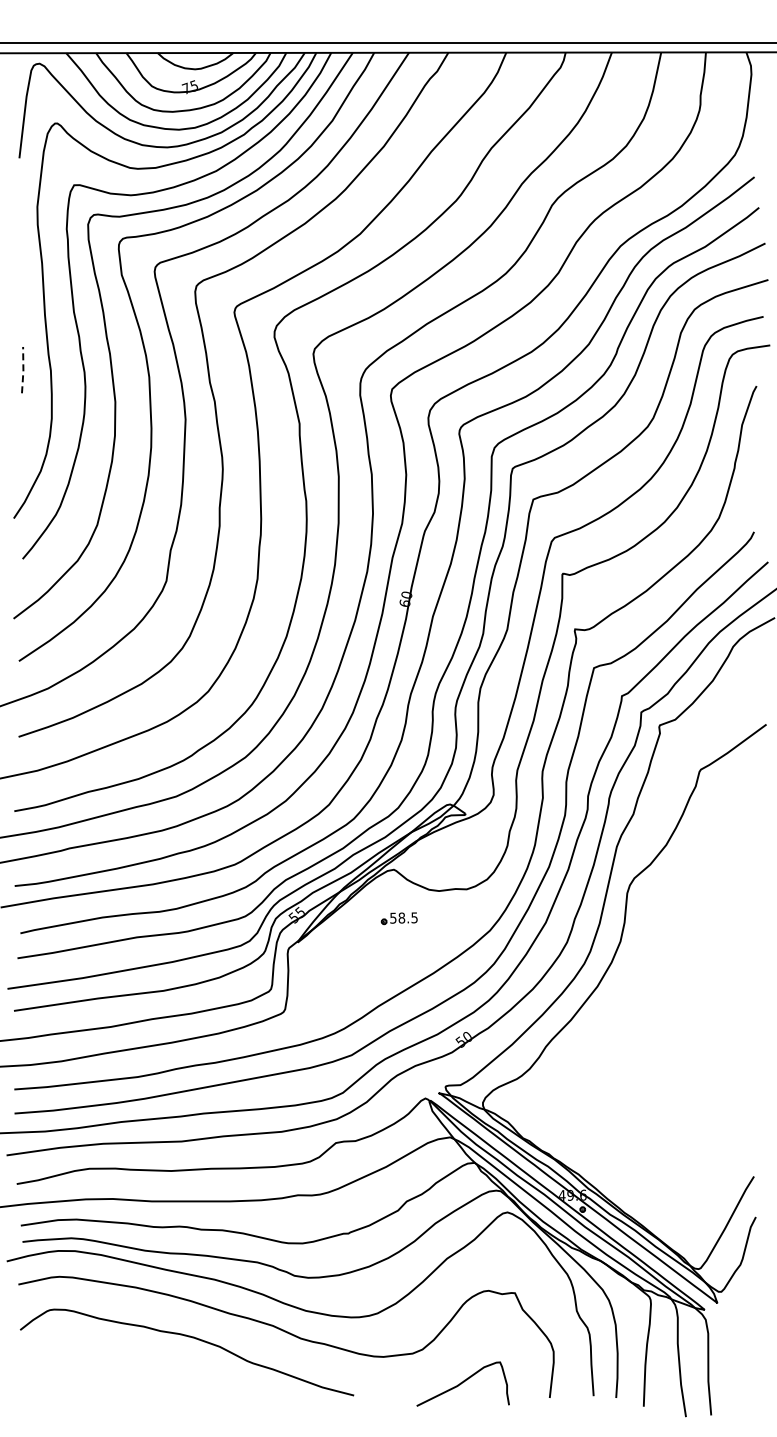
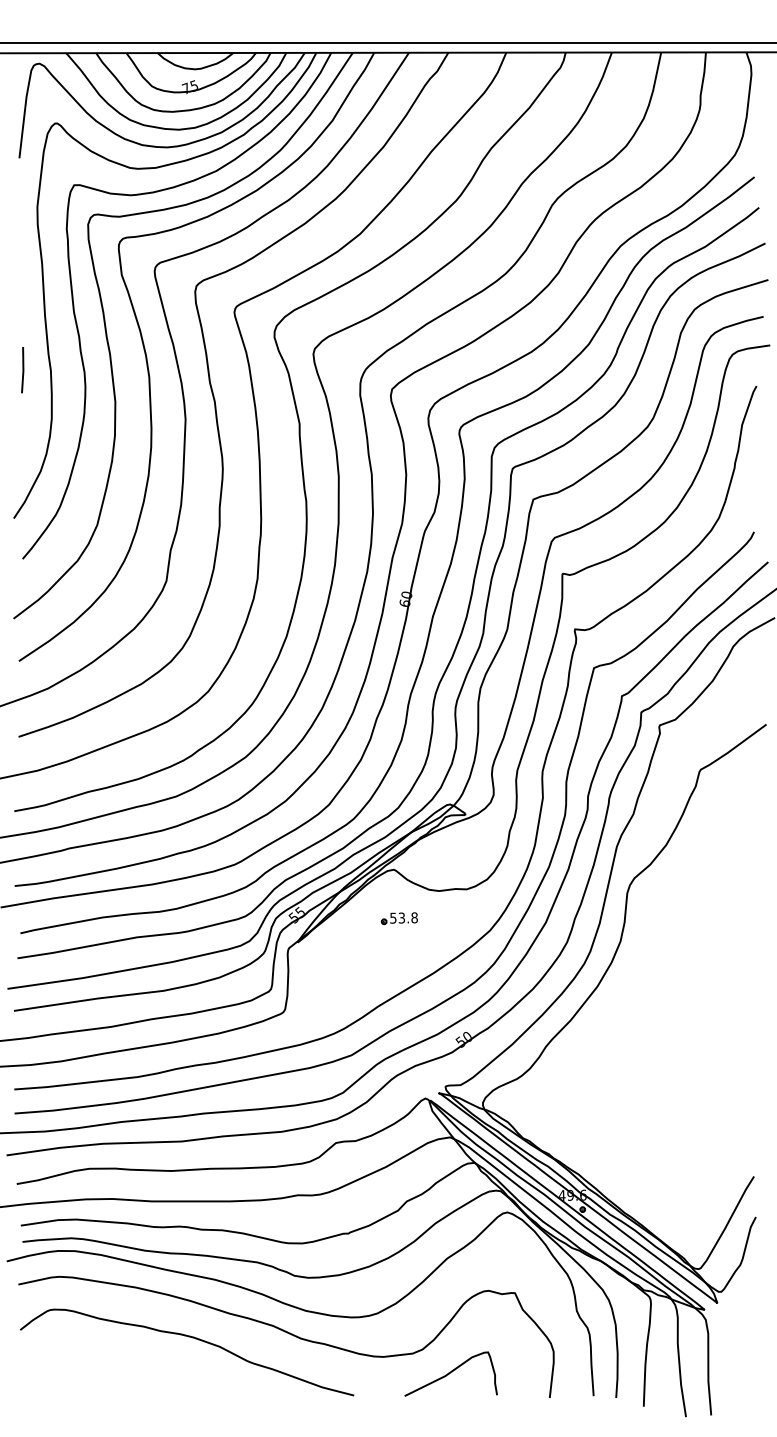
line at (23, 370): dashed -> solid
text at (407, 917): 58.5 -> 53.8
curve at (462, 1383) position: (462, 1383) -> (450, 1373)
